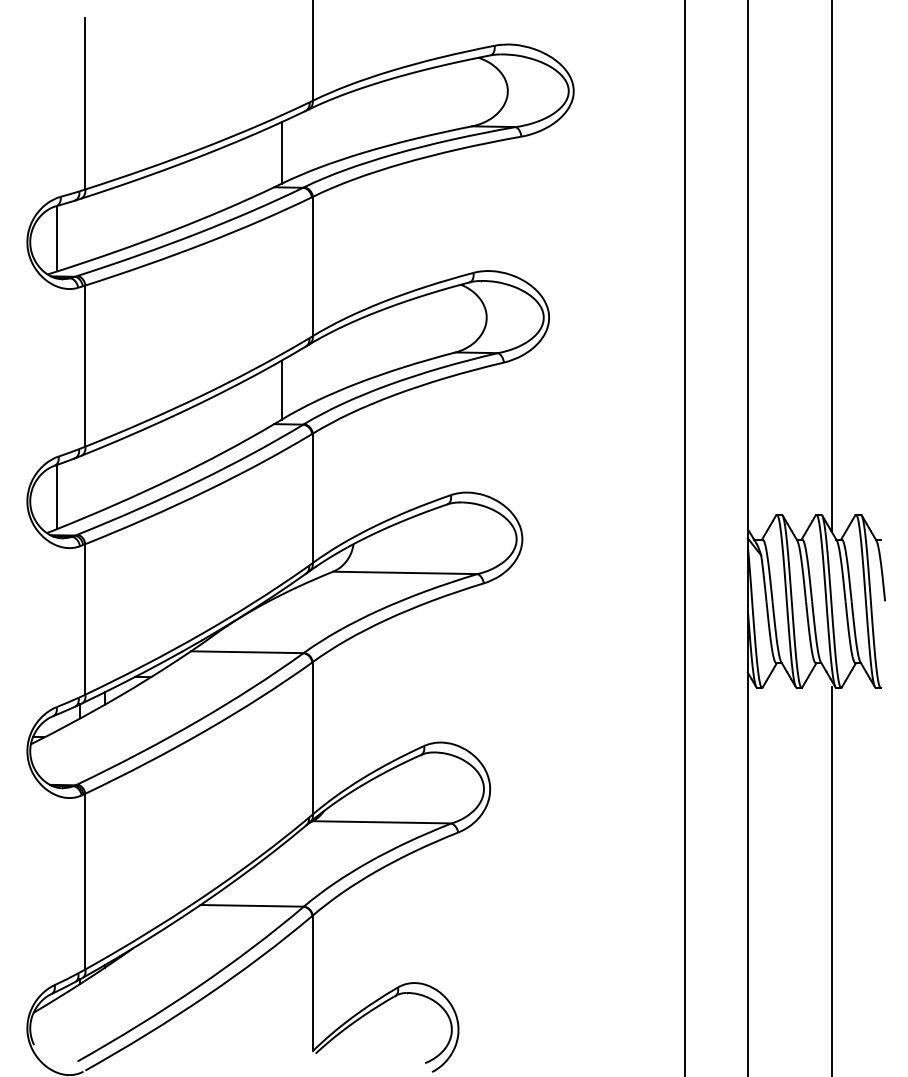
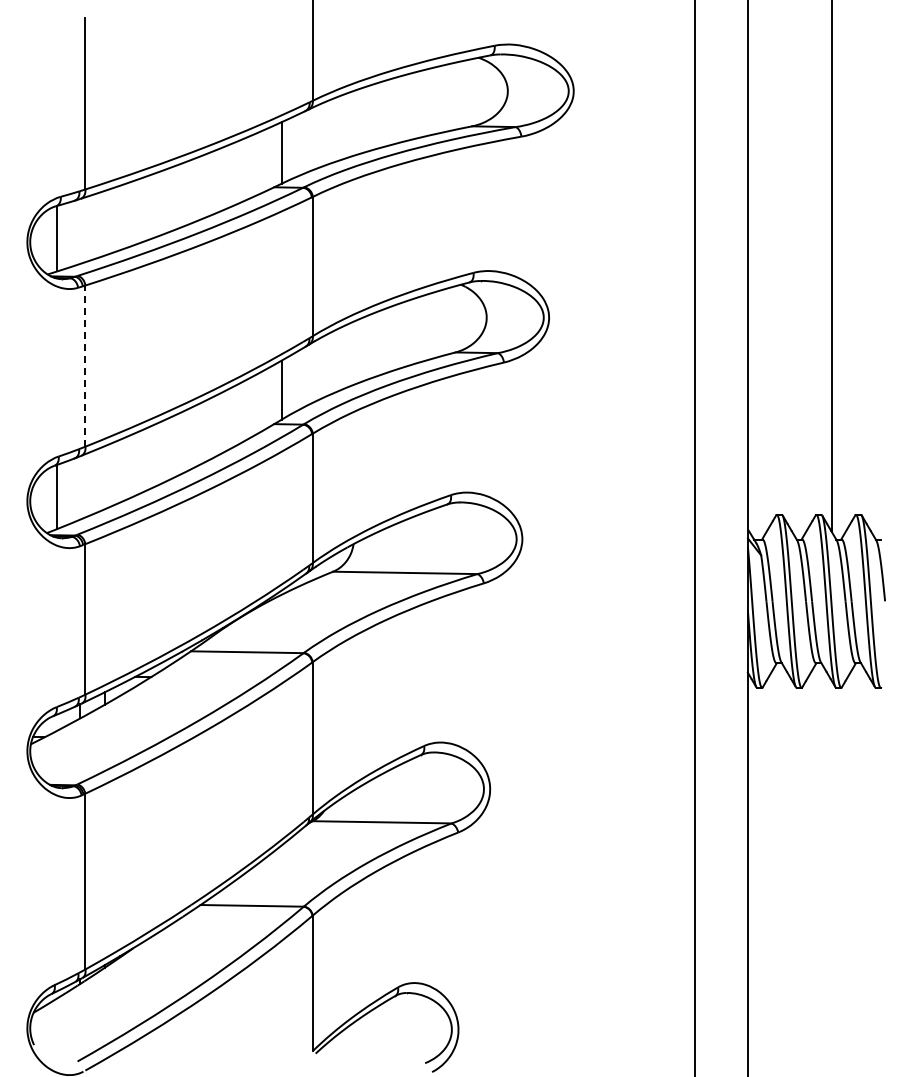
line at (85, 366): solid -> dashed
line at (684, 537) position: (684, 537) -> (694, 537)
line at (831, 880): present -> none
